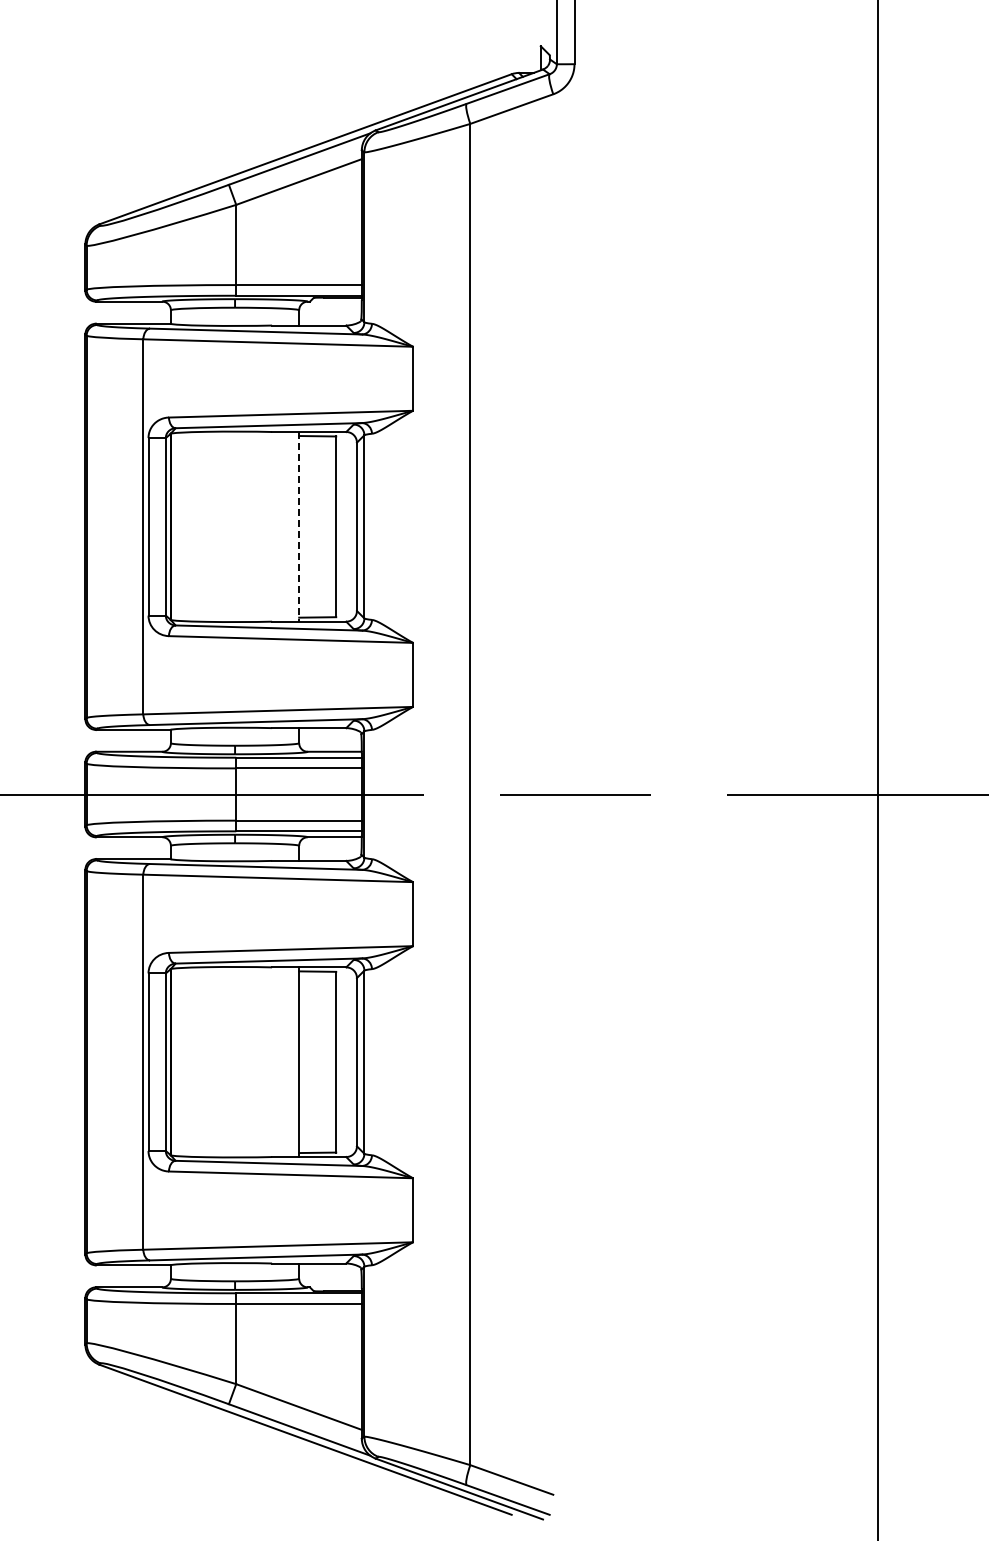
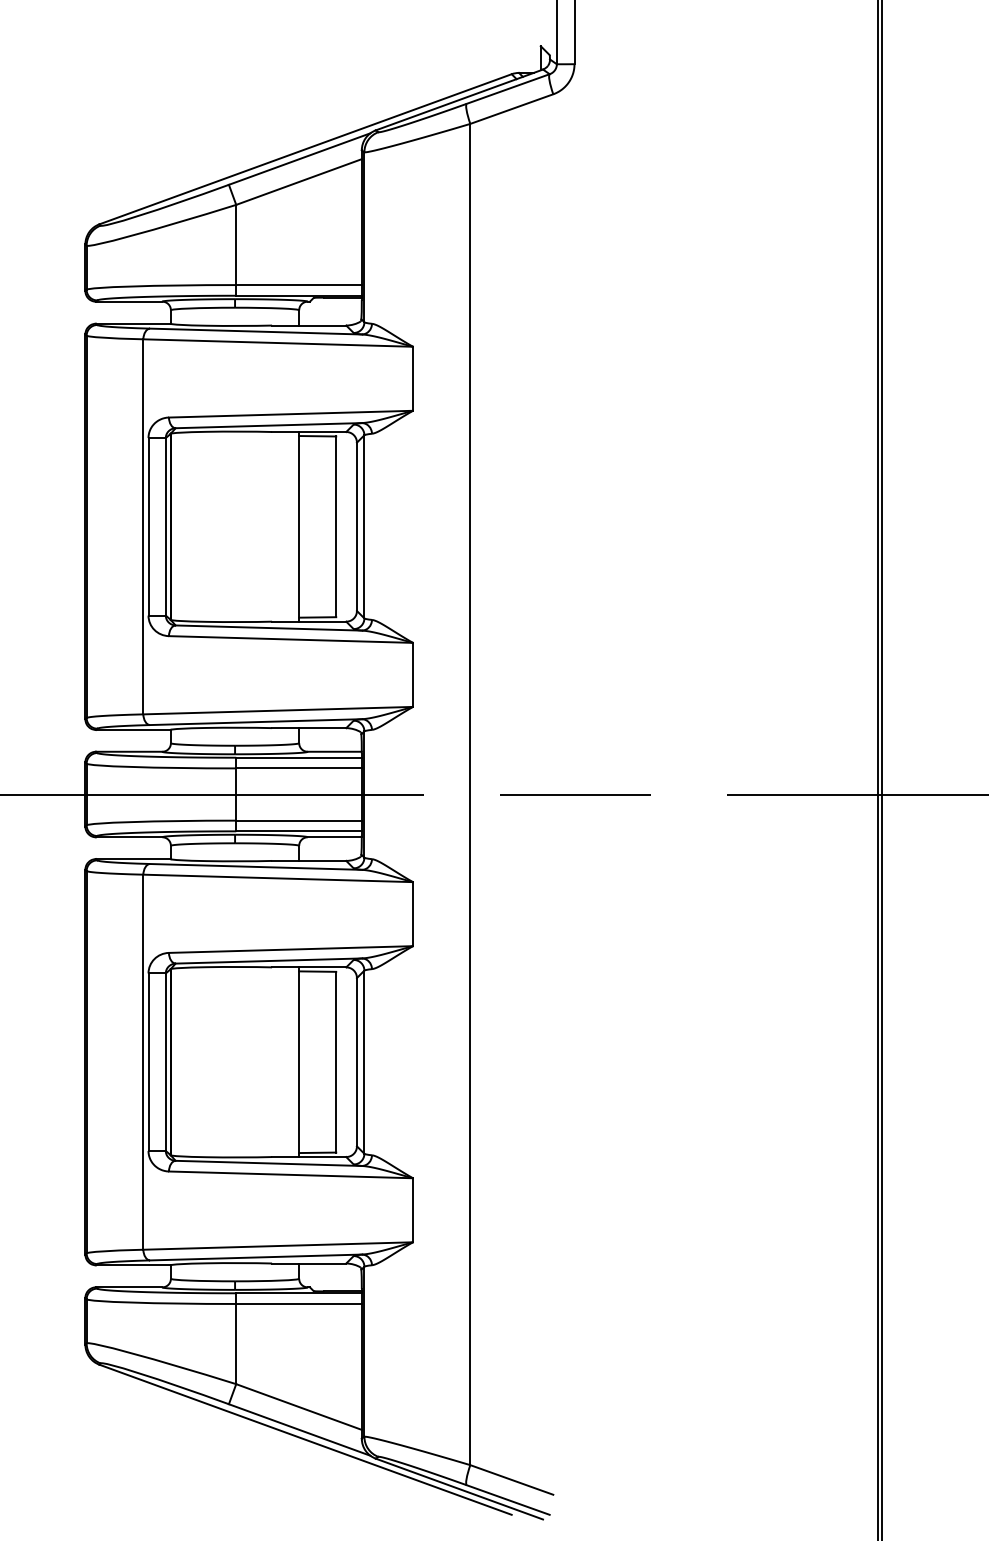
line at (299, 526): dashed -> solid
line at (882, 769): none -> present
